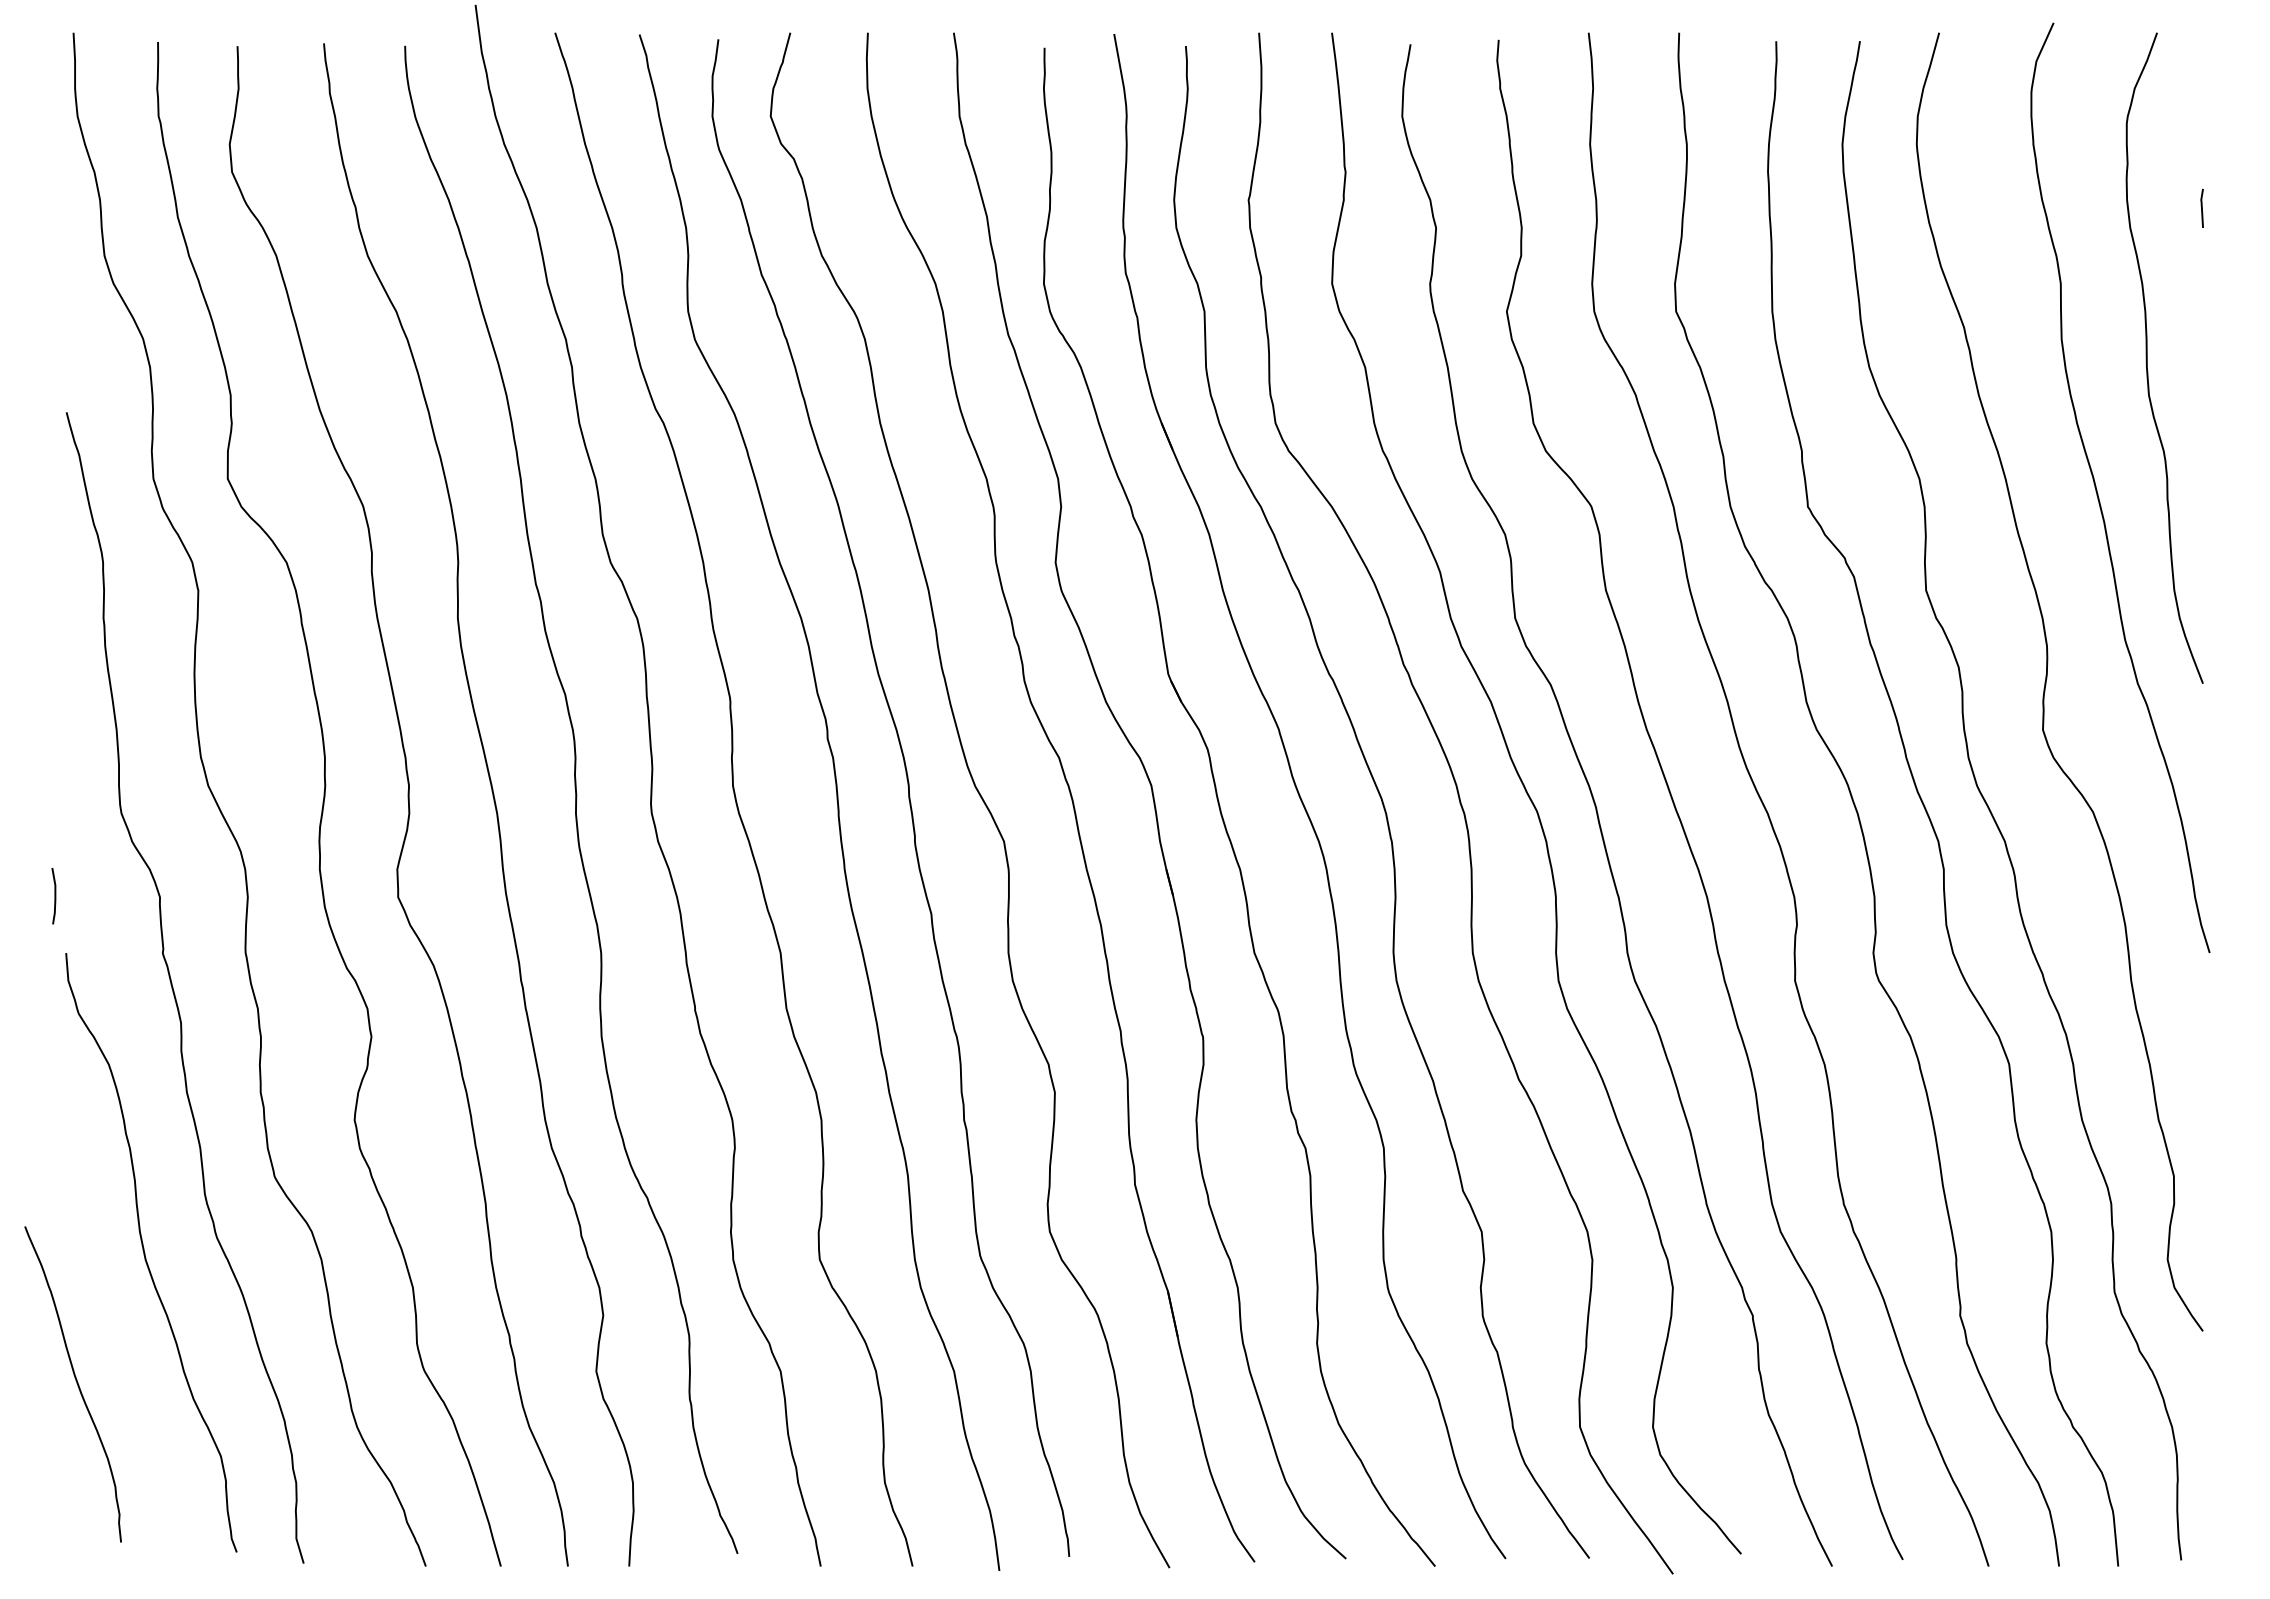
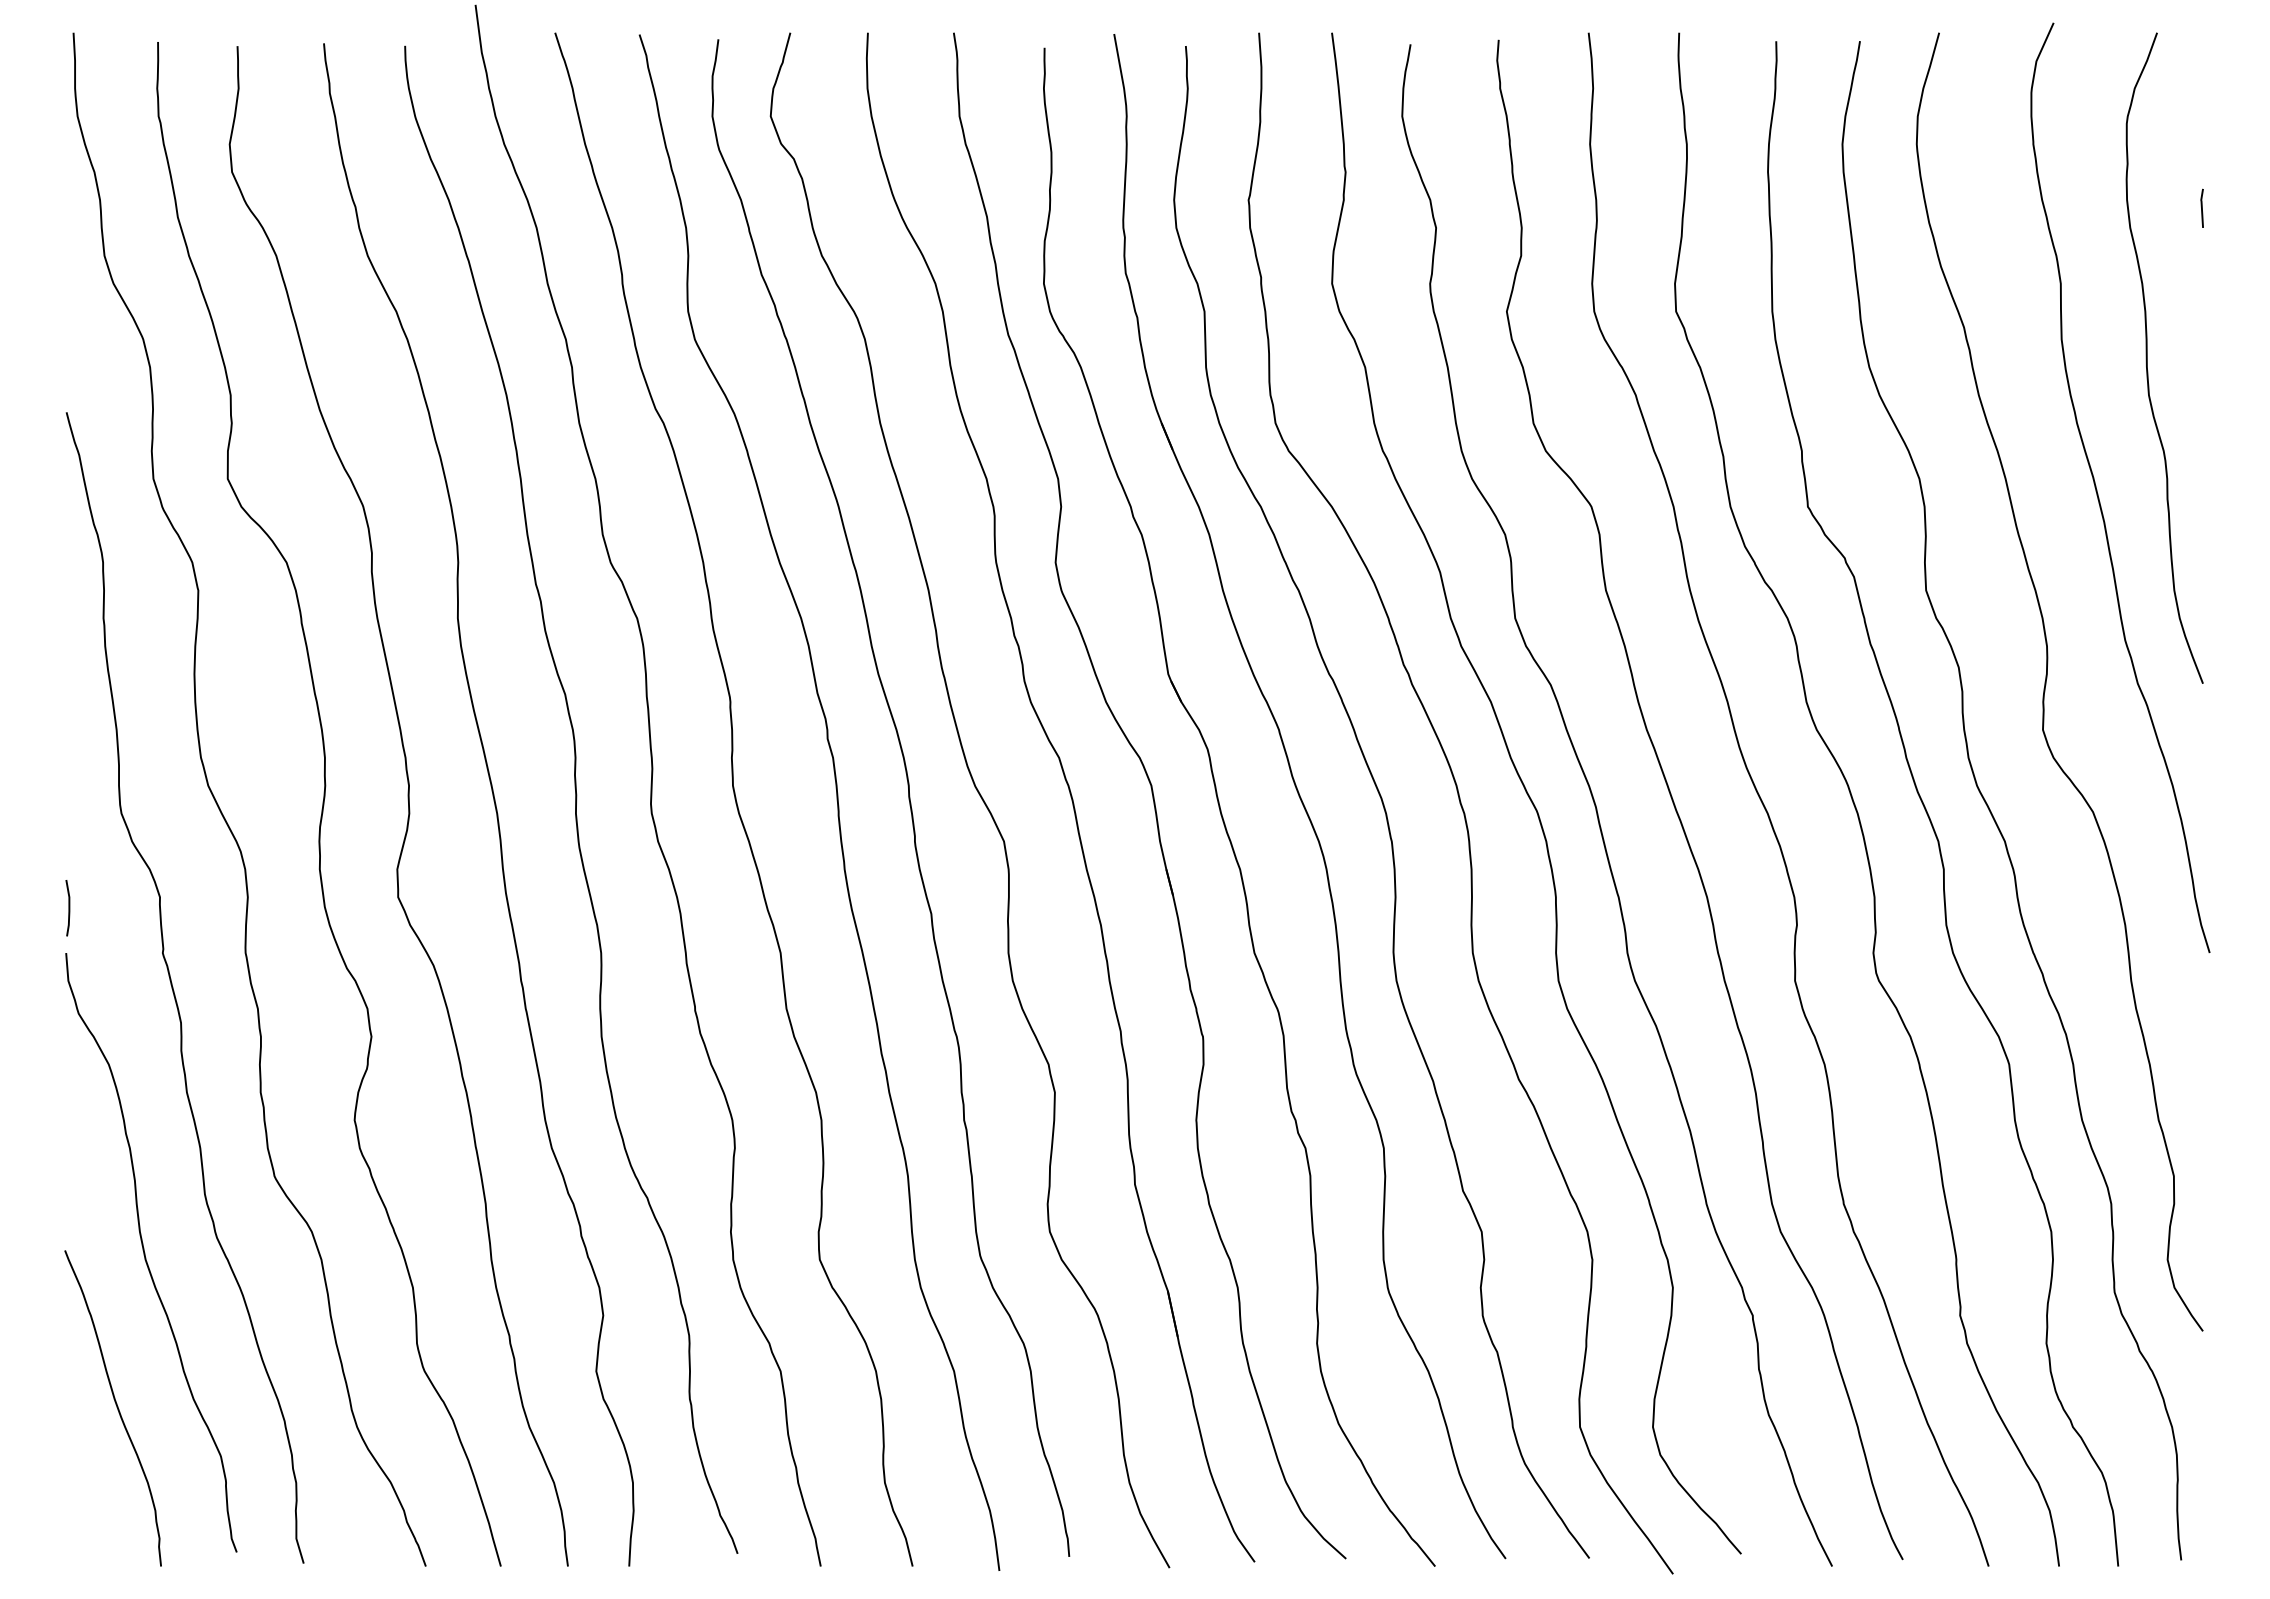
line at (54, 896) position: (54, 896) -> (68, 908)
curve at (76, 1383) position: (76, 1383) -> (116, 1407)
